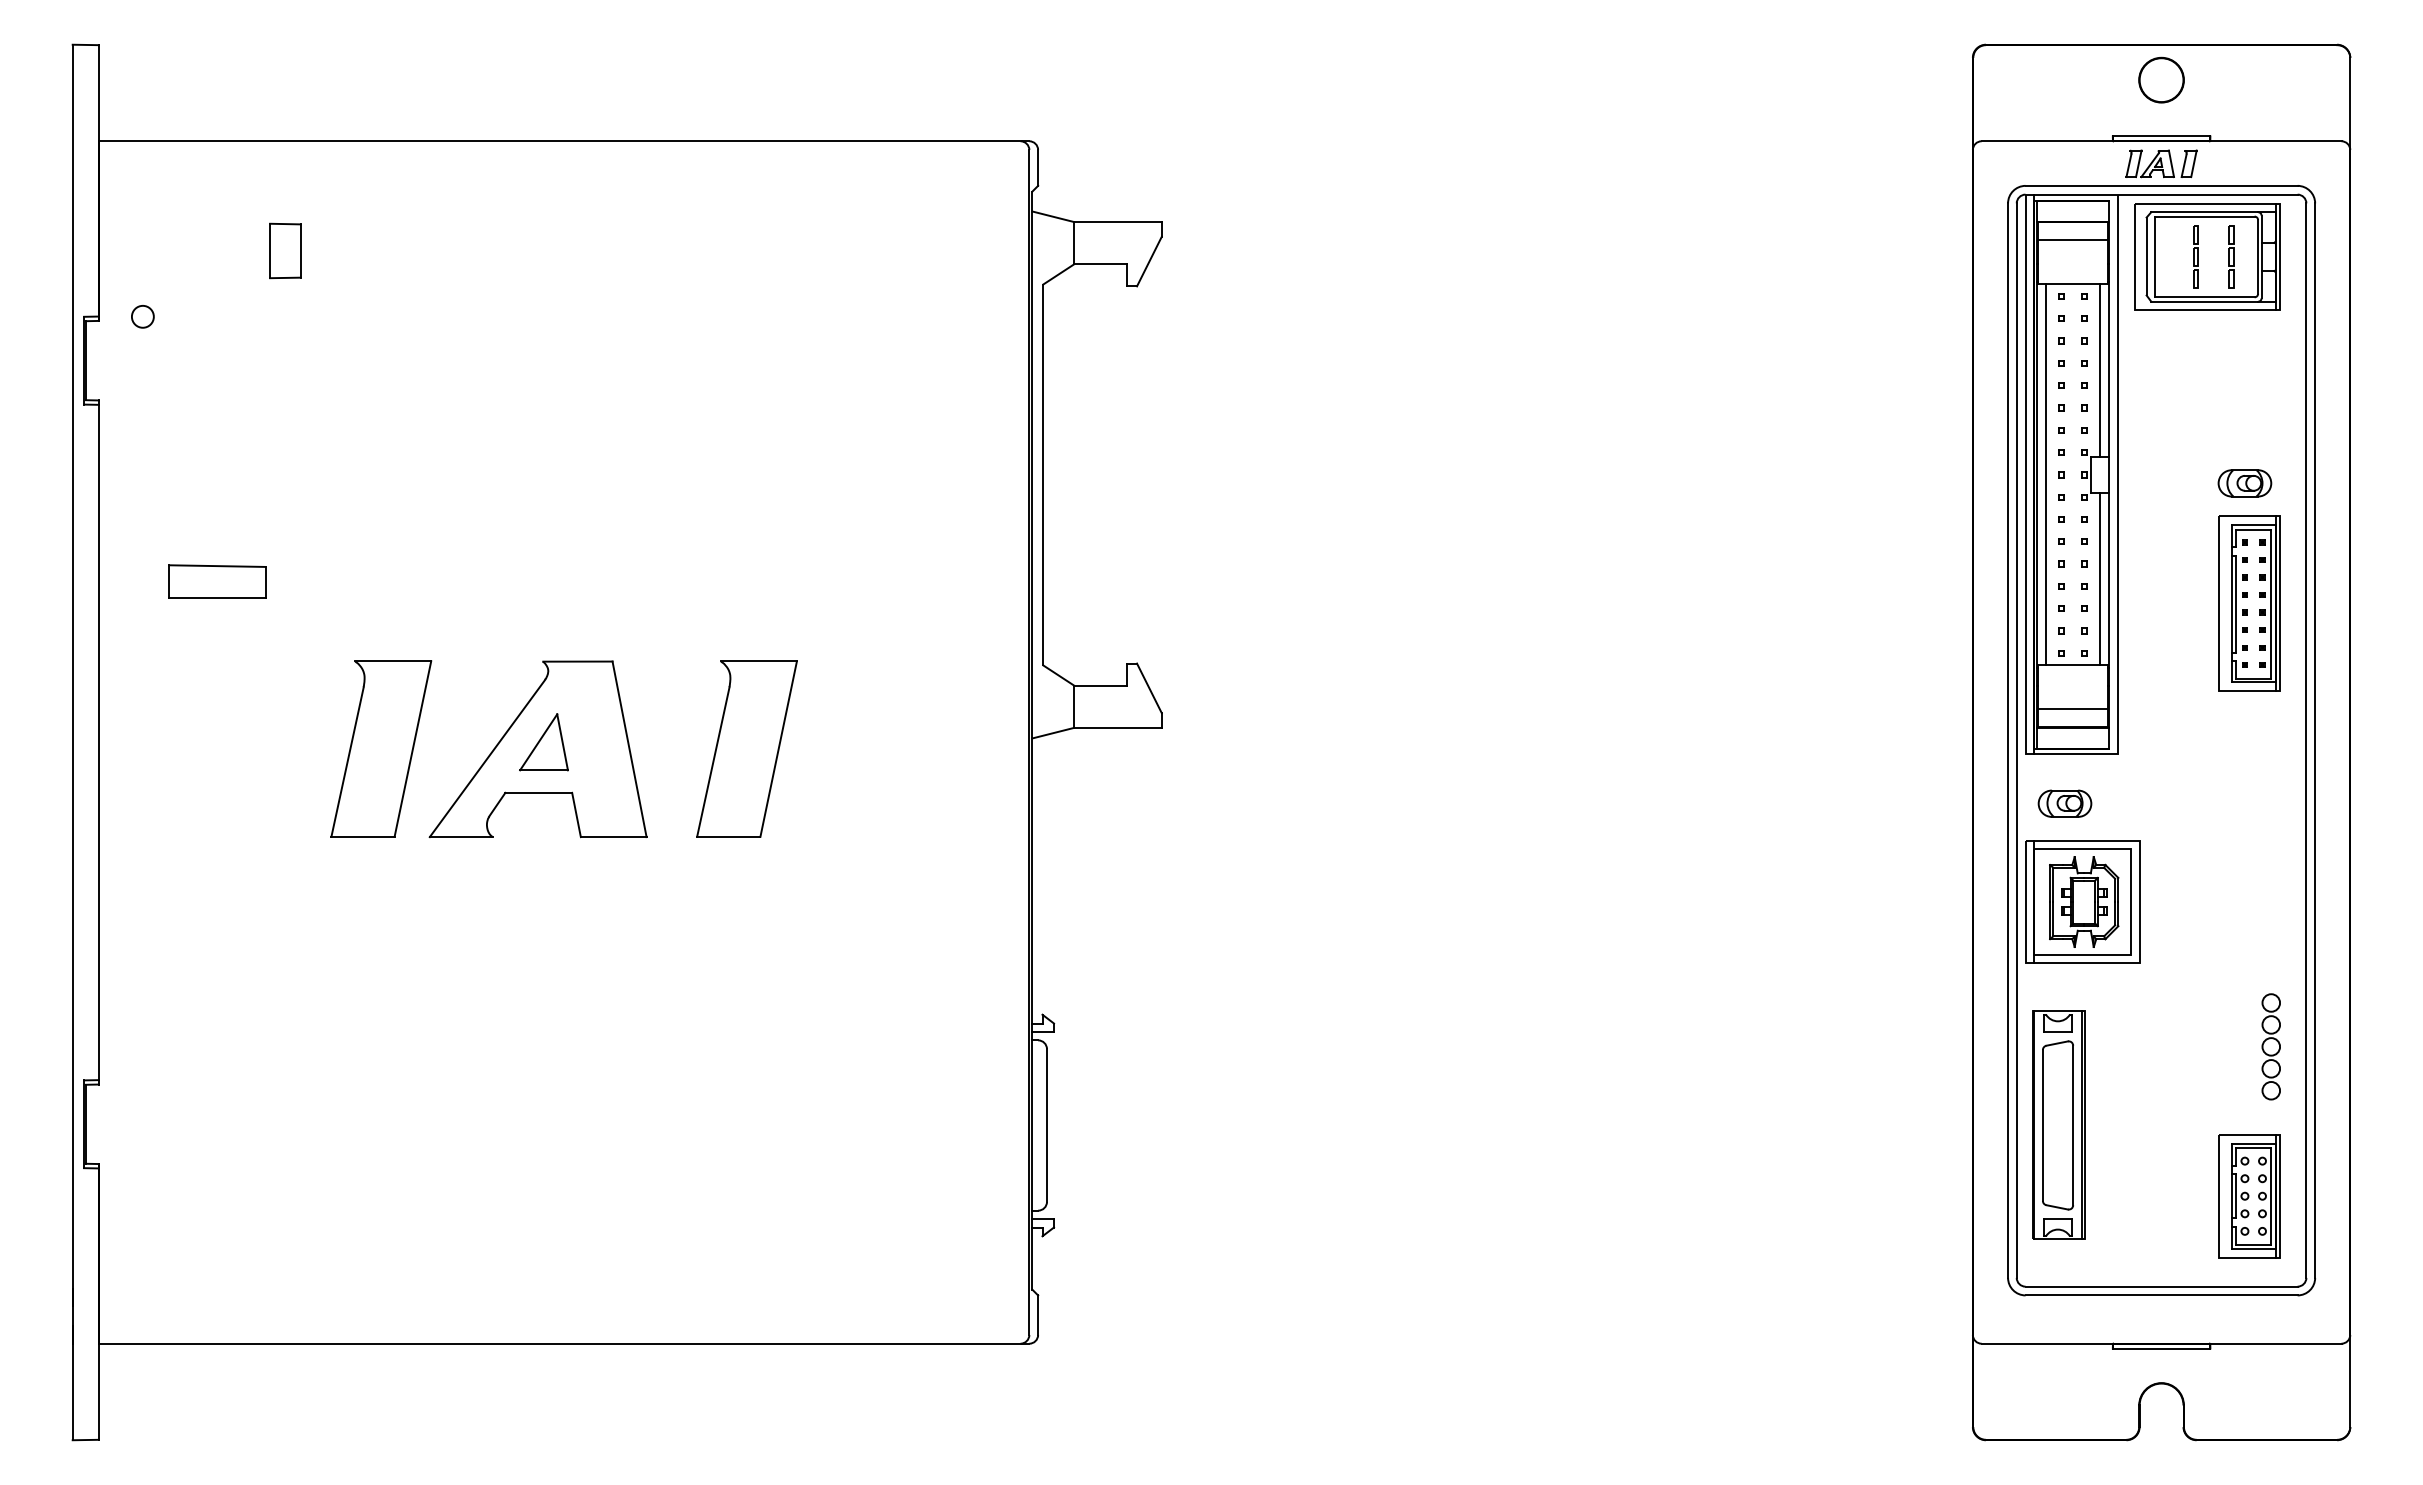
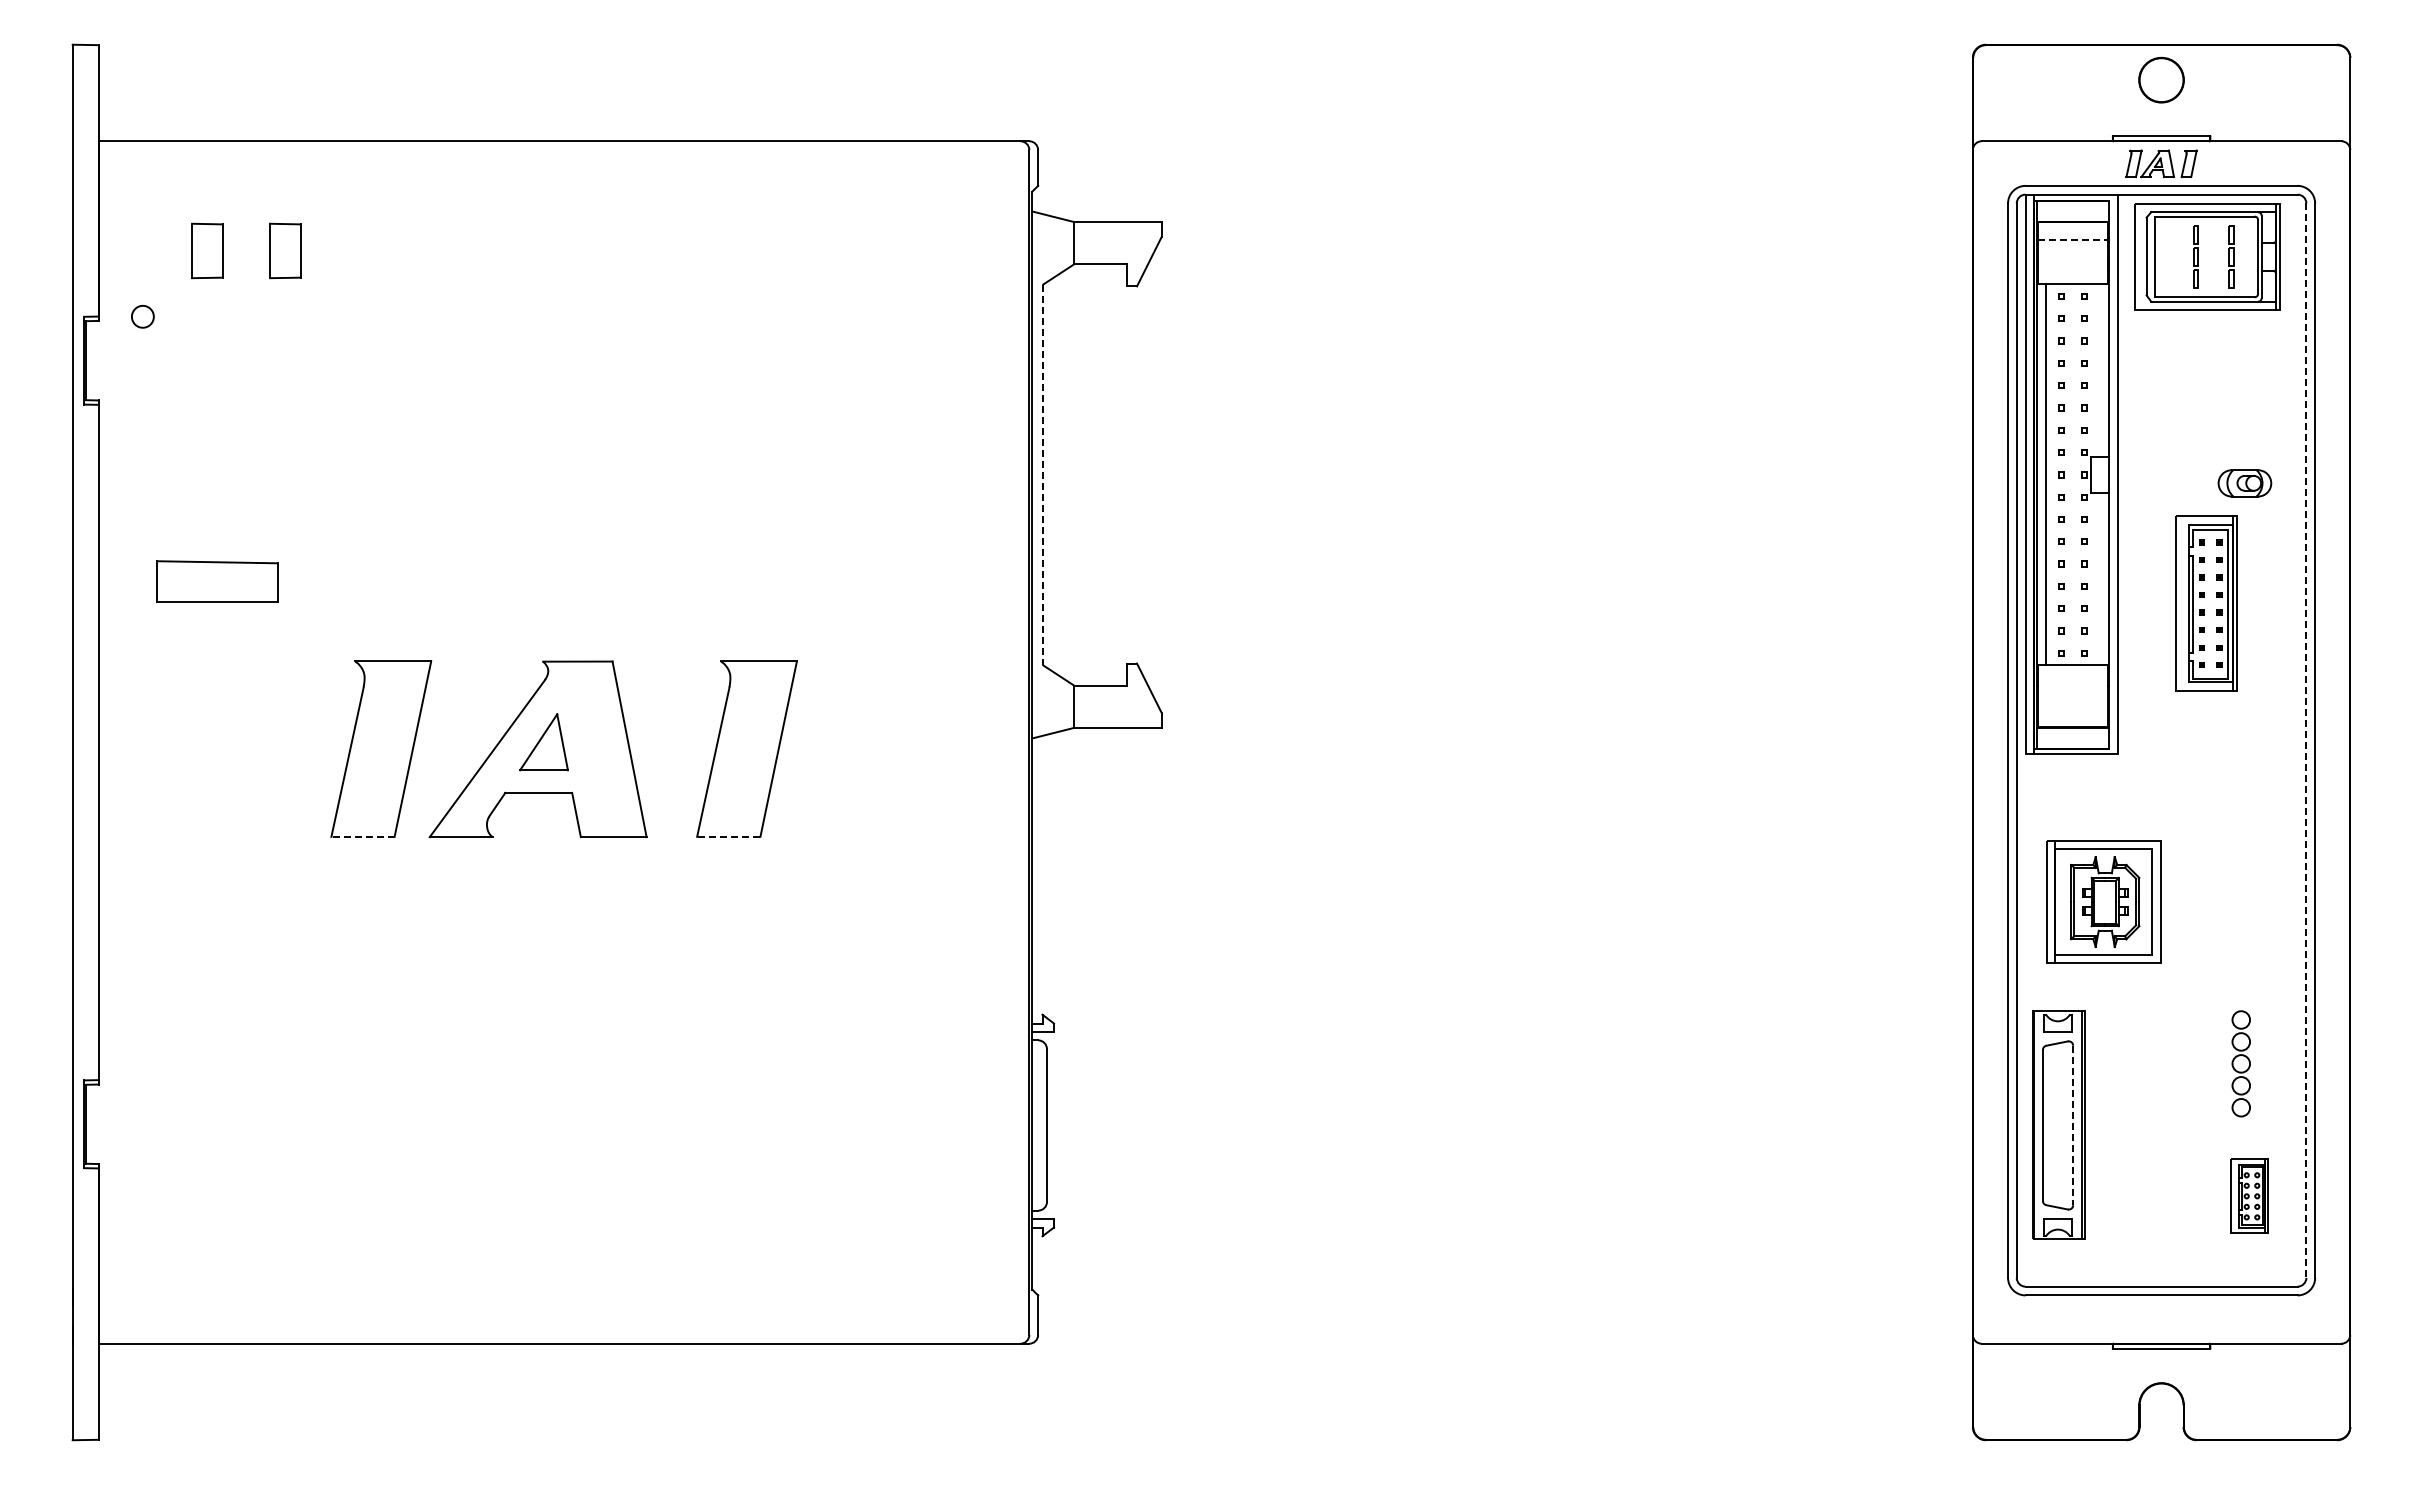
line at (2073, 239): solid -> dashed
part at (207, 250): none -> present
line at (2100, 369): present -> none
line at (1043, 475): solid -> dashed
line at (2100, 578): present -> none
part at (217, 581) size: 99x35 px -> 123x43 px
part at (2249, 603) position: (2249, 603) -> (2206, 603)
line at (2072, 709): present -> none
line at (2306, 741): solid -> dashed
part at (2064, 803): present -> none
line at (363, 836): solid -> dashed
line at (728, 836): solid -> dashed
part at (2082, 901) position: (2082, 901) -> (2103, 901)
part at (2270, 1046) position: (2270, 1046) -> (2240, 1063)
line at (2073, 1125): solid -> dashed
part at (2249, 1196) size: 63x125 px -> 39x76 px
